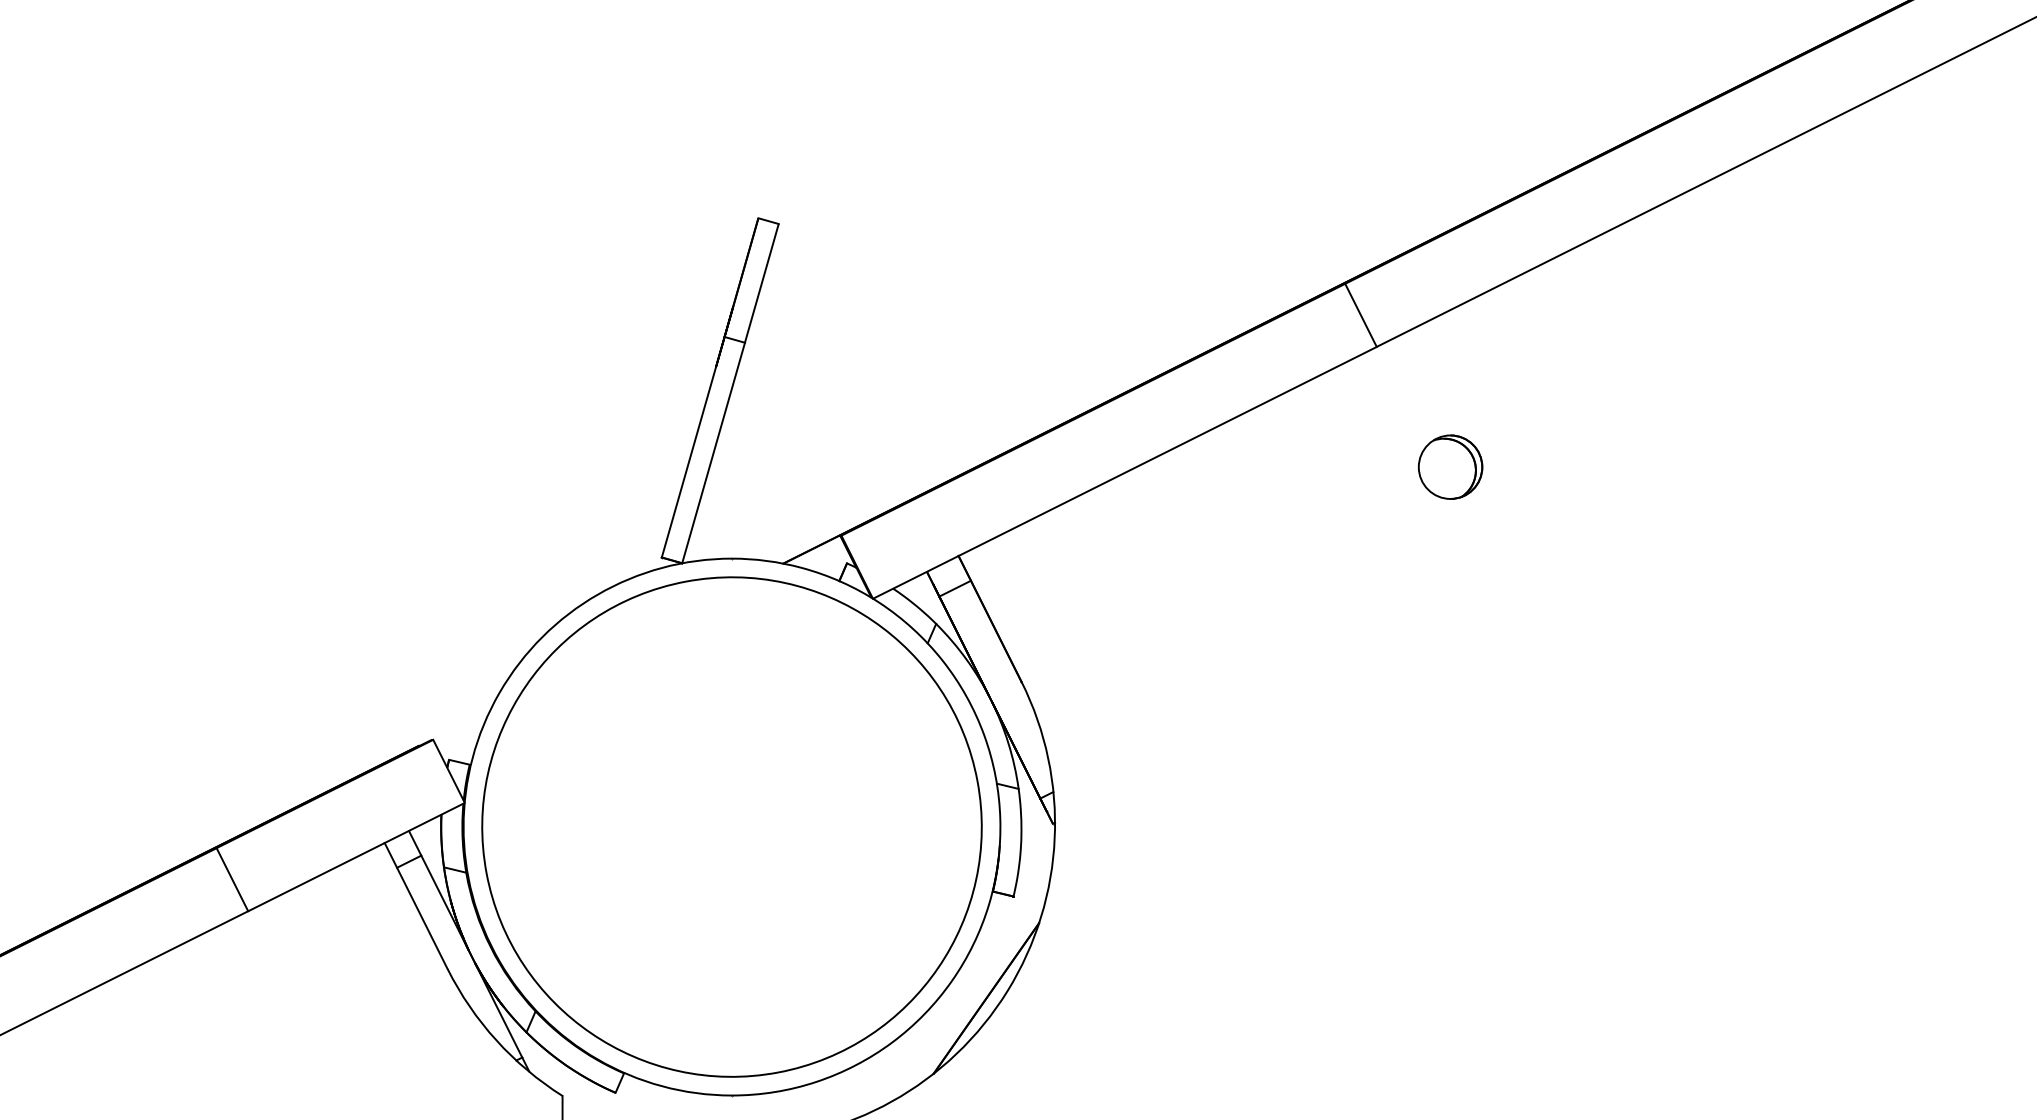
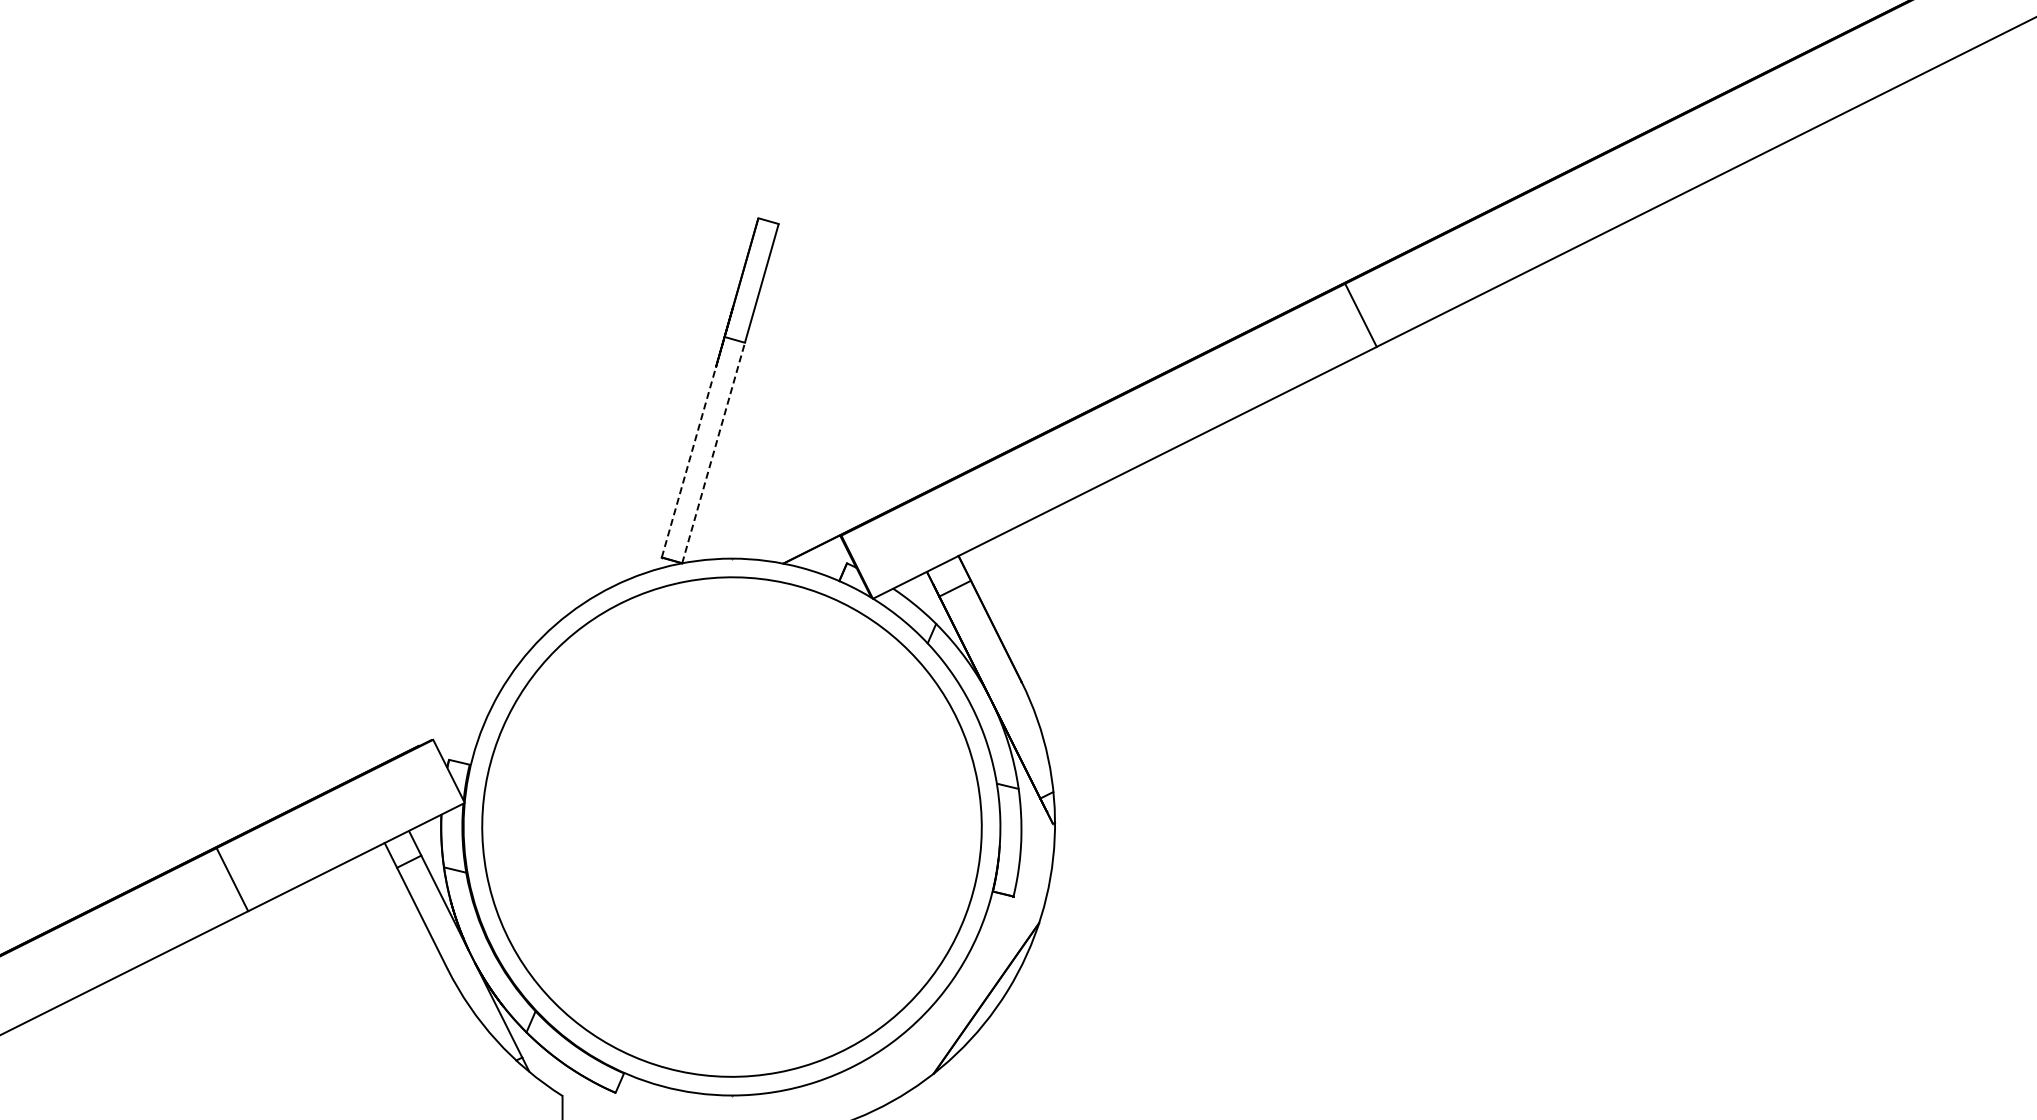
line at (693, 447): solid -> dashed
line at (713, 453): solid -> dashed
part at (1450, 466): present -> none
